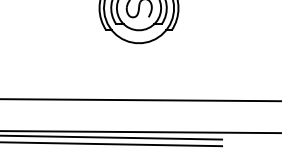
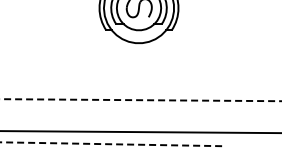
line at (140, 100): solid -> dashed
line at (112, 137): present -> none
line at (111, 144): solid -> dashed
